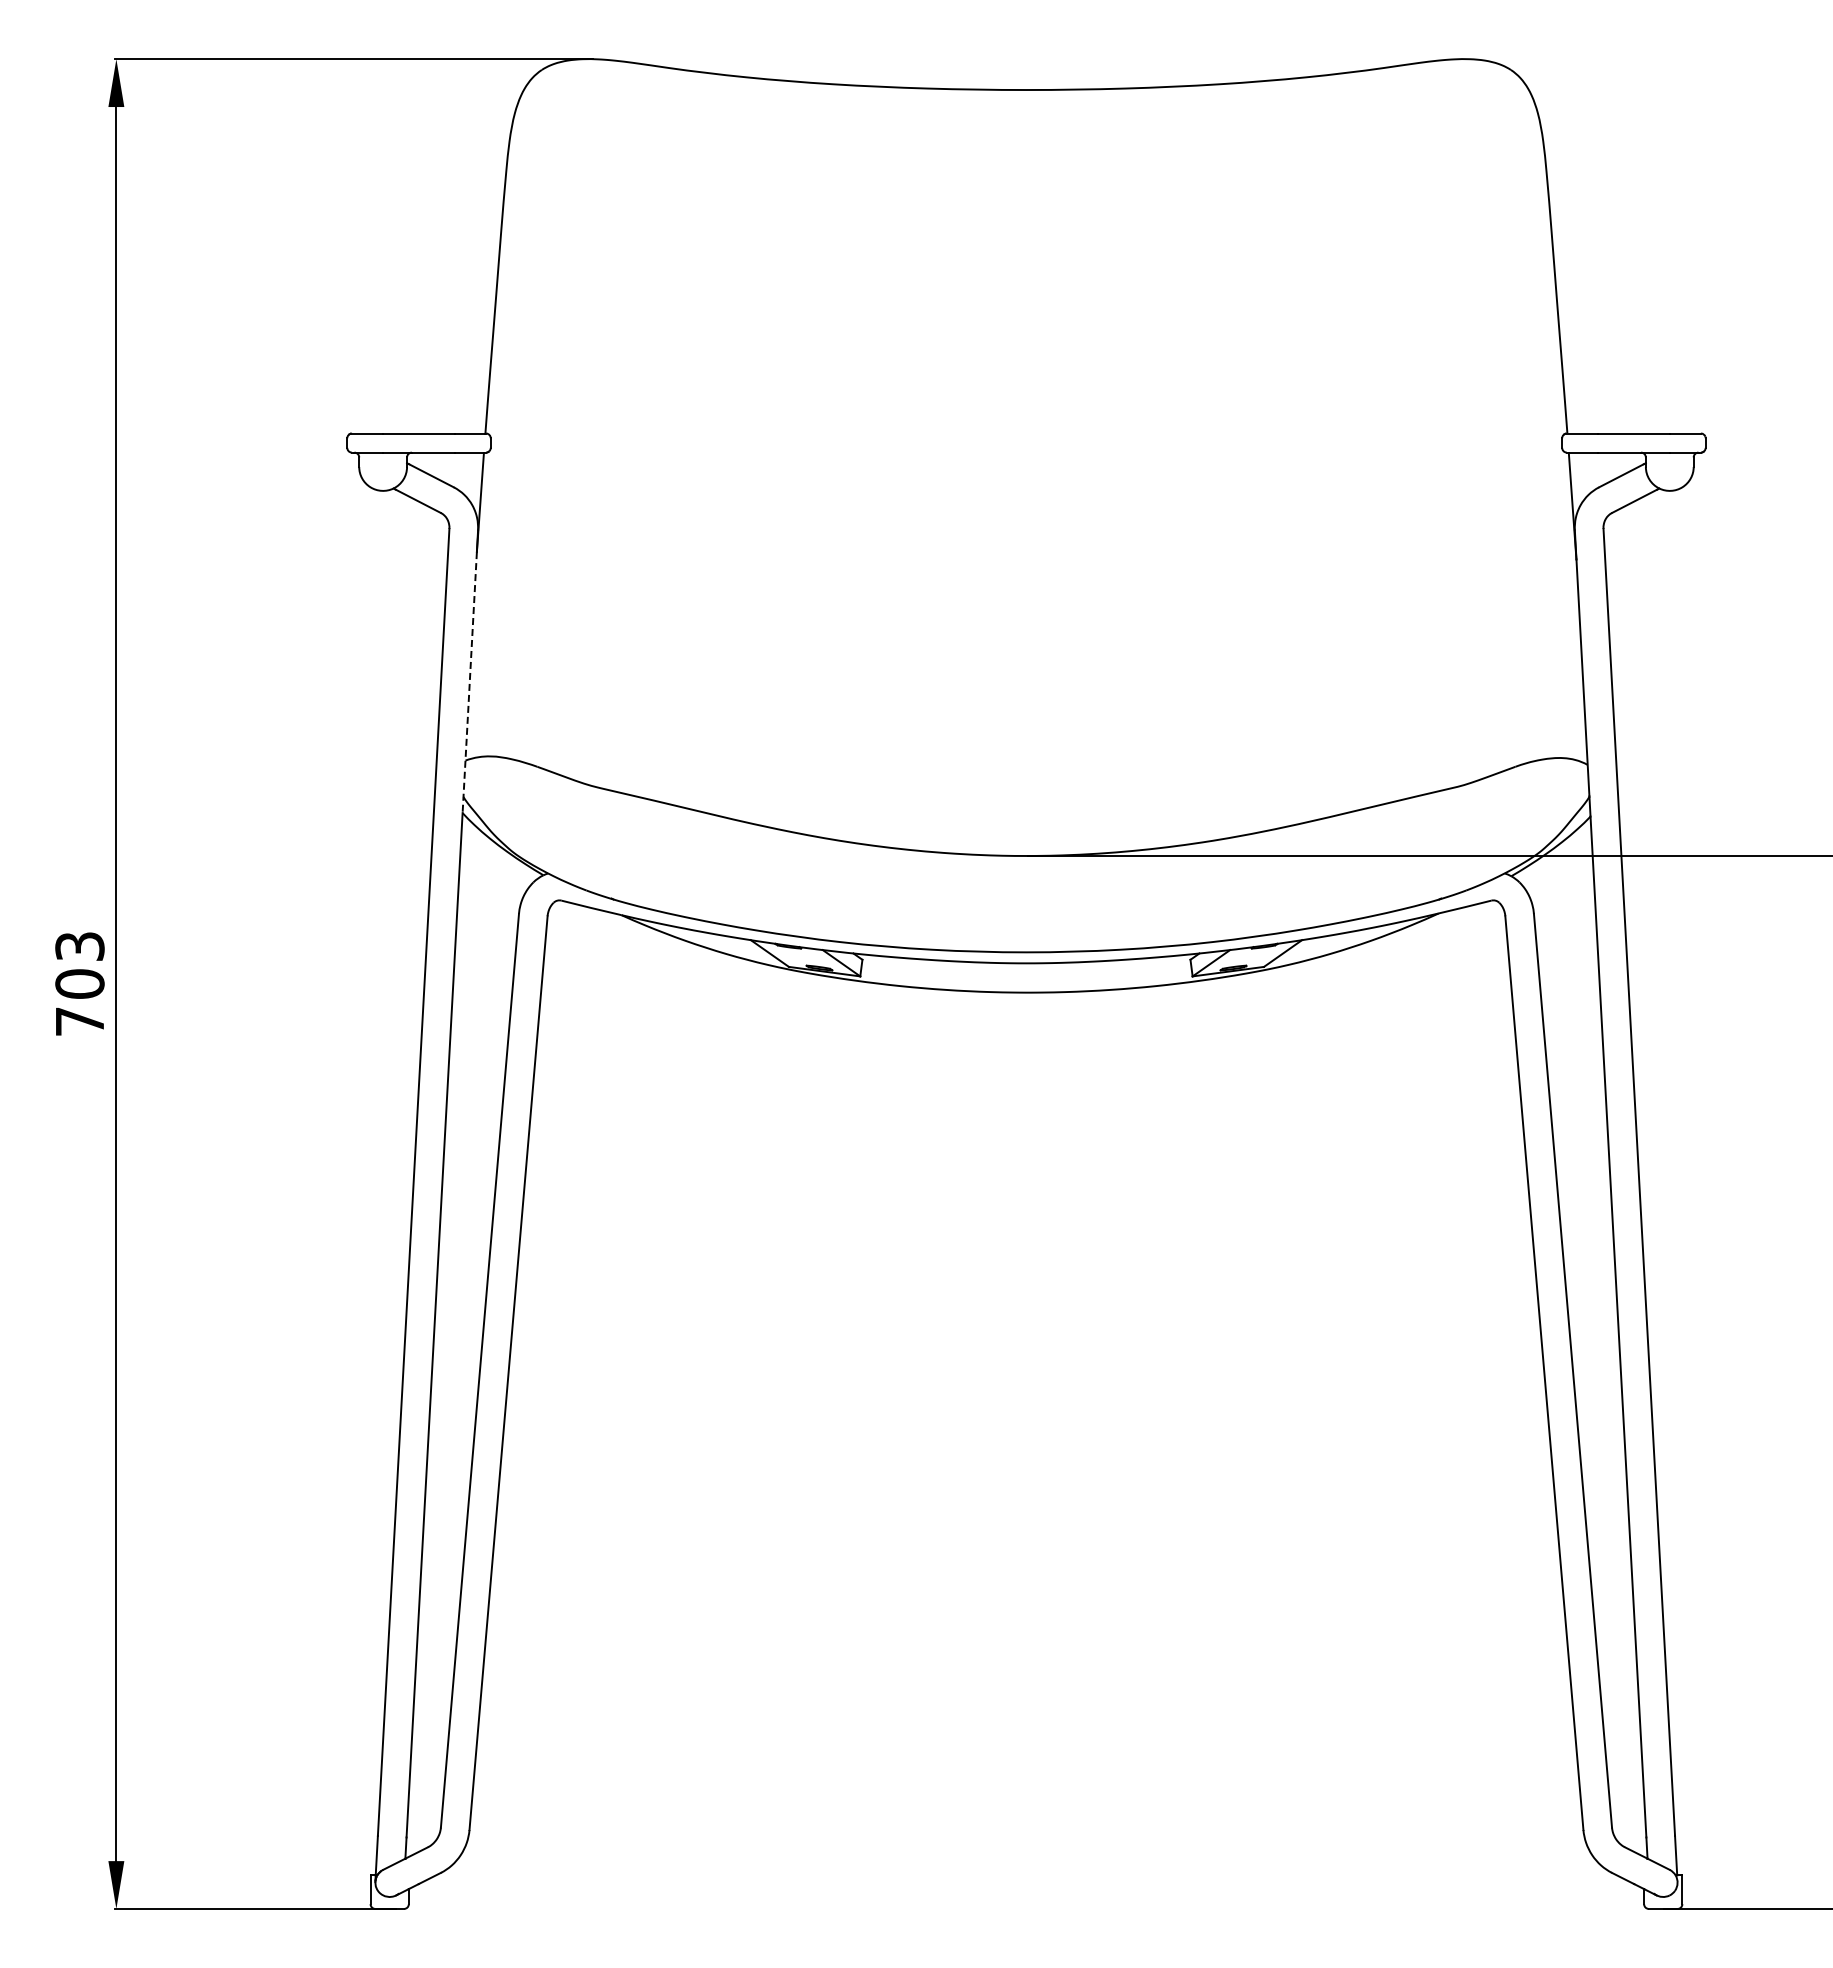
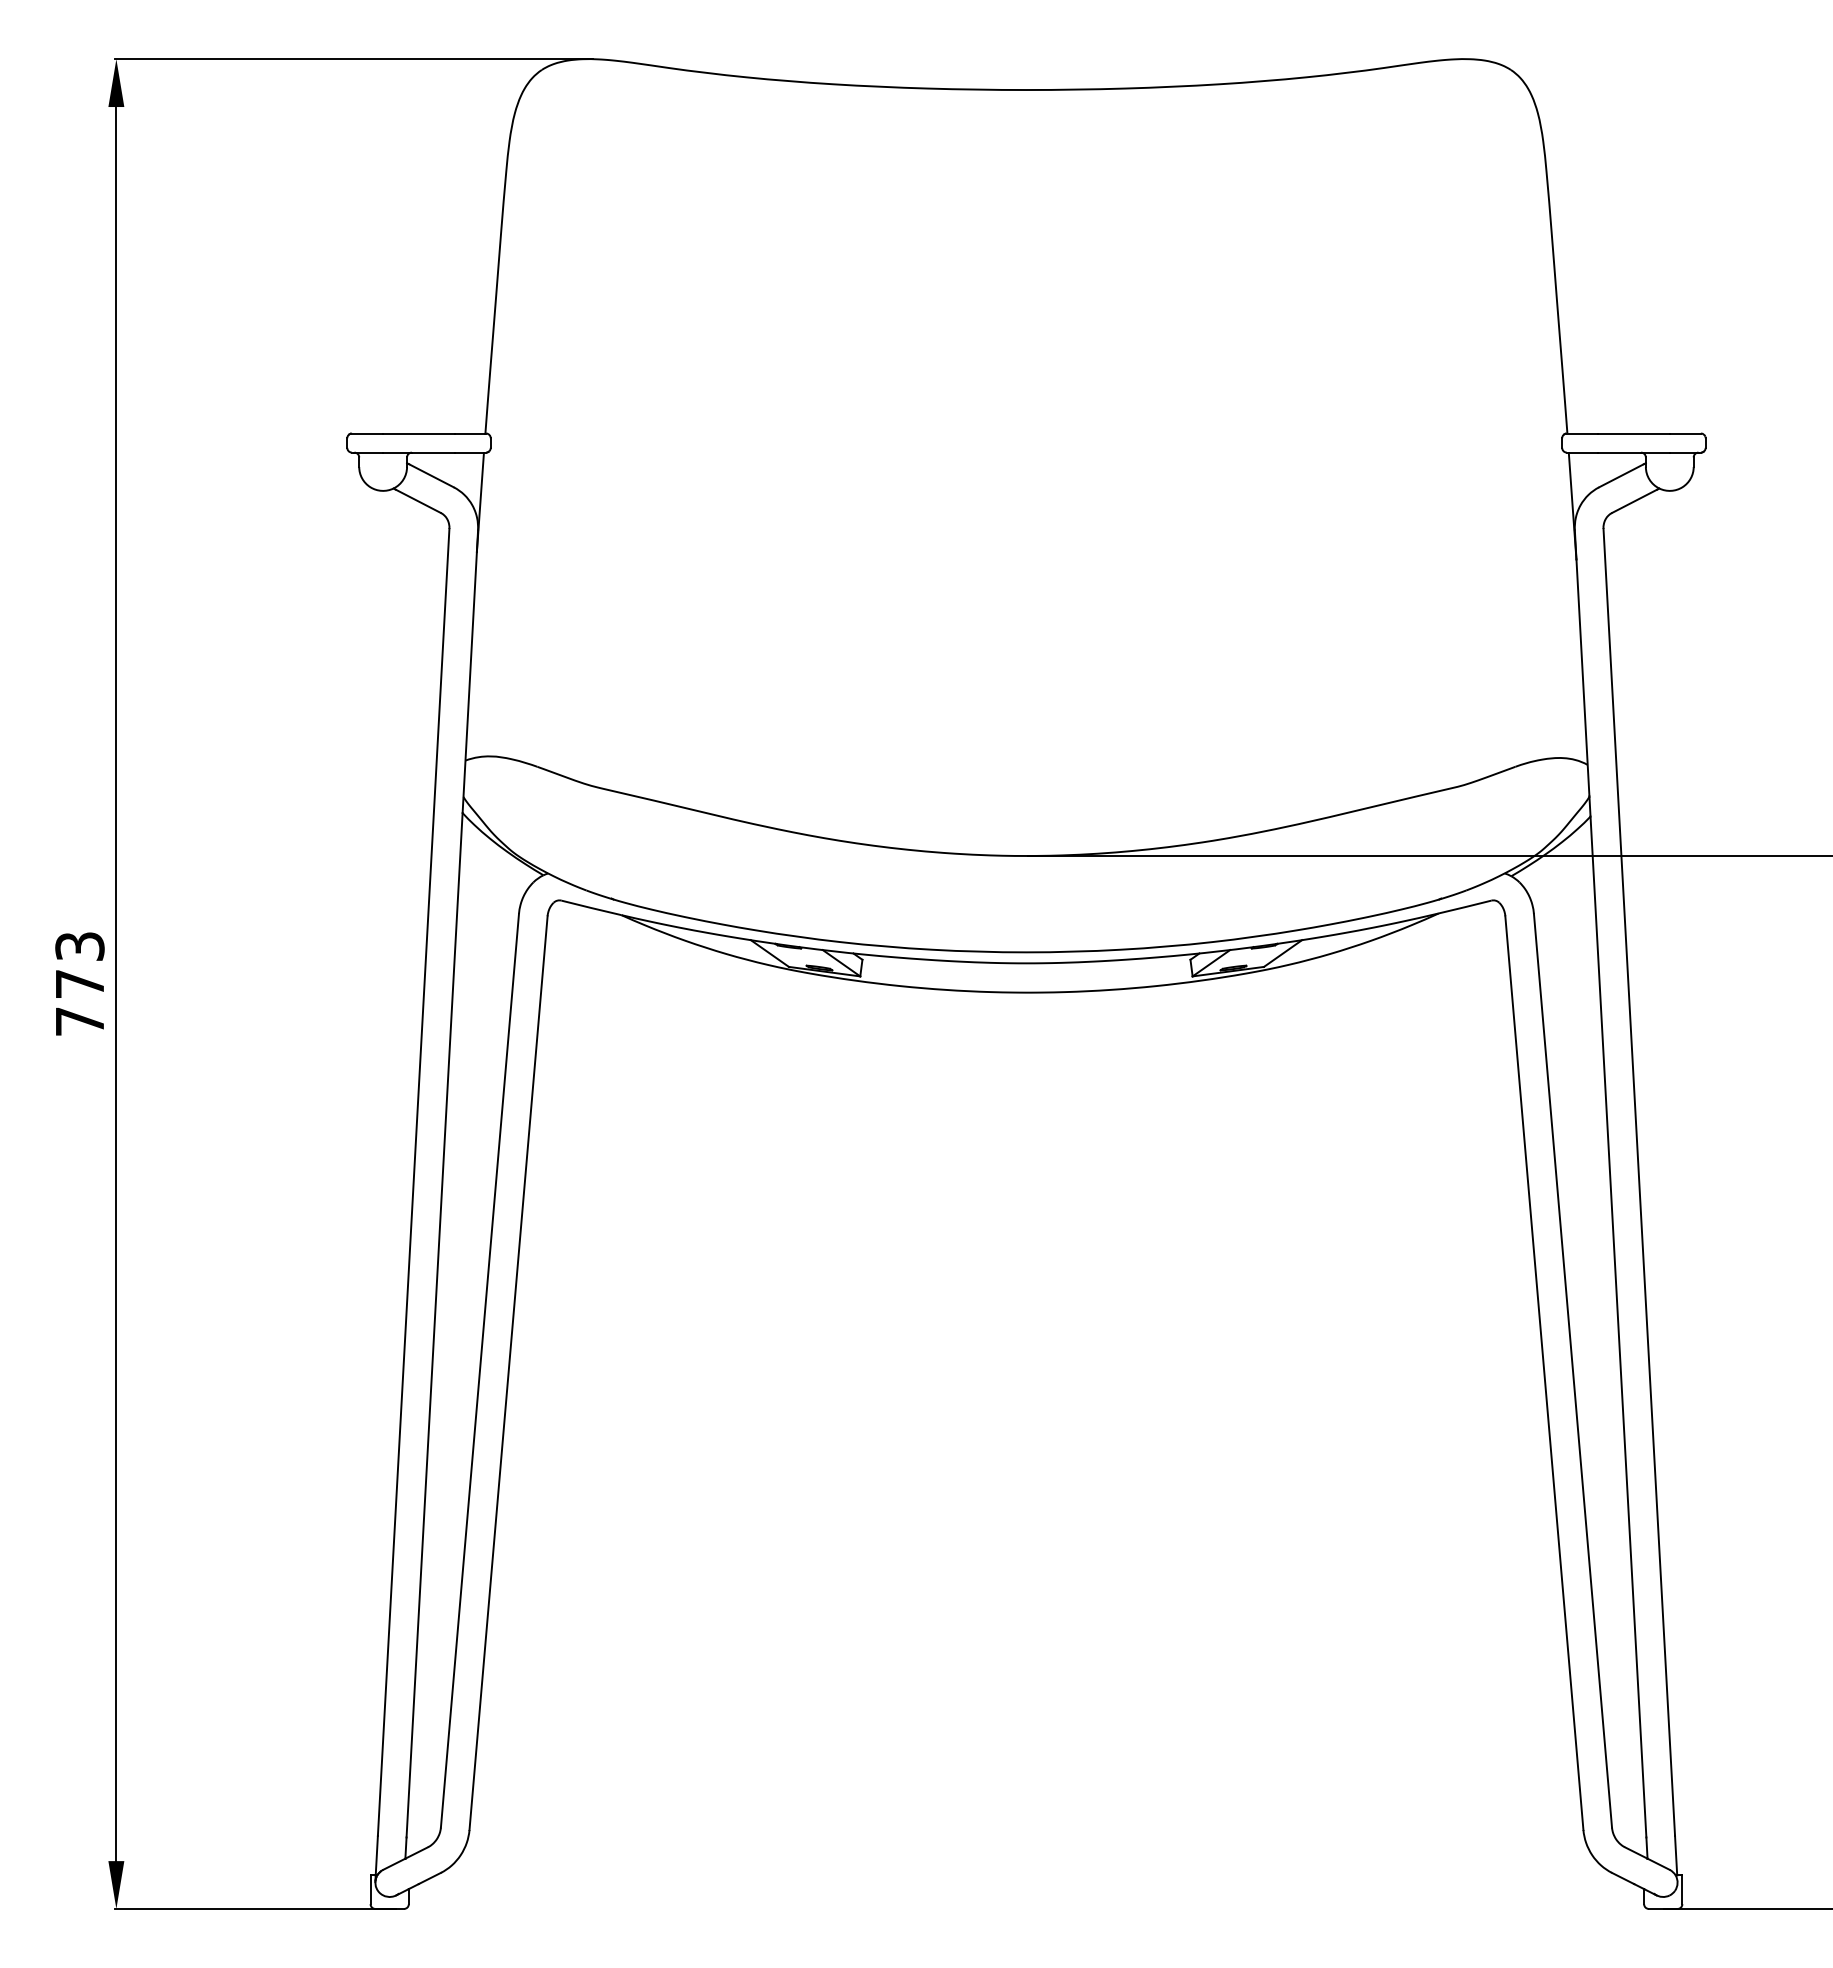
line at (469, 682): dashed -> solid
text at (79, 983): 703 -> 773
